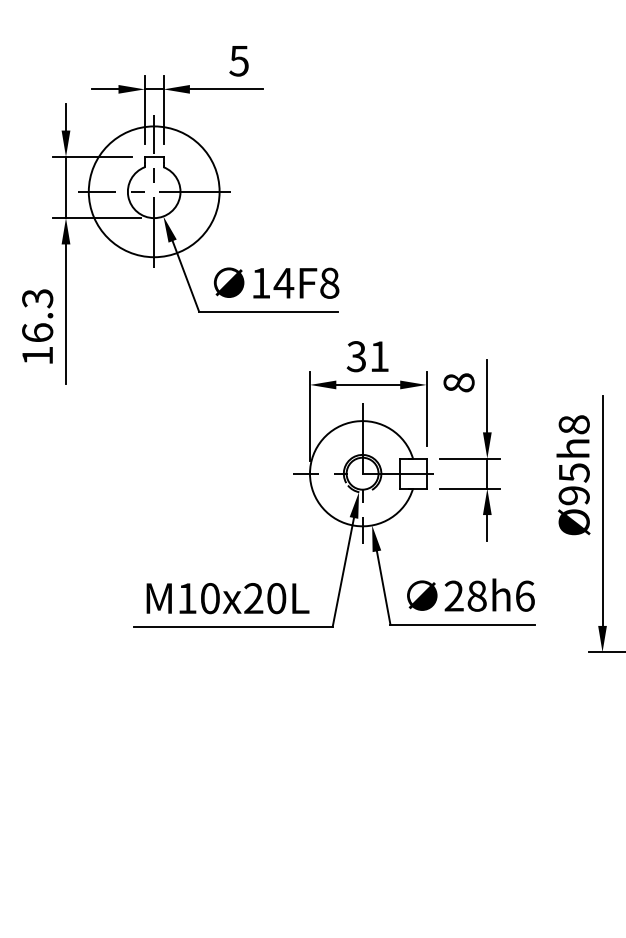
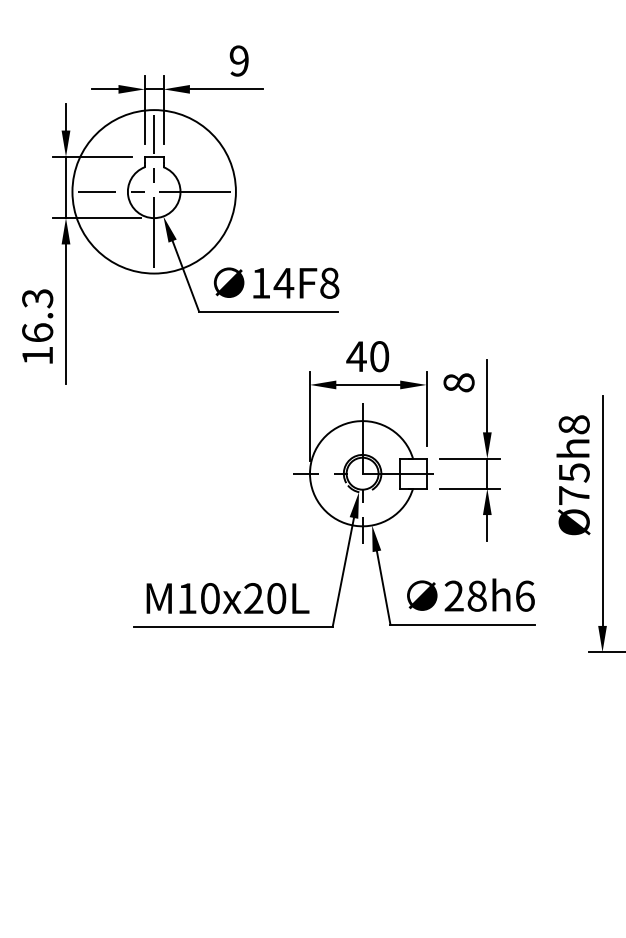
text at (238, 60): 5 -> 9
circle at (153, 191) diameter: 131 px -> 163 px
text at (367, 356): 31 -> 40
text at (573, 495): Ø95h8 -> Ø75h8
